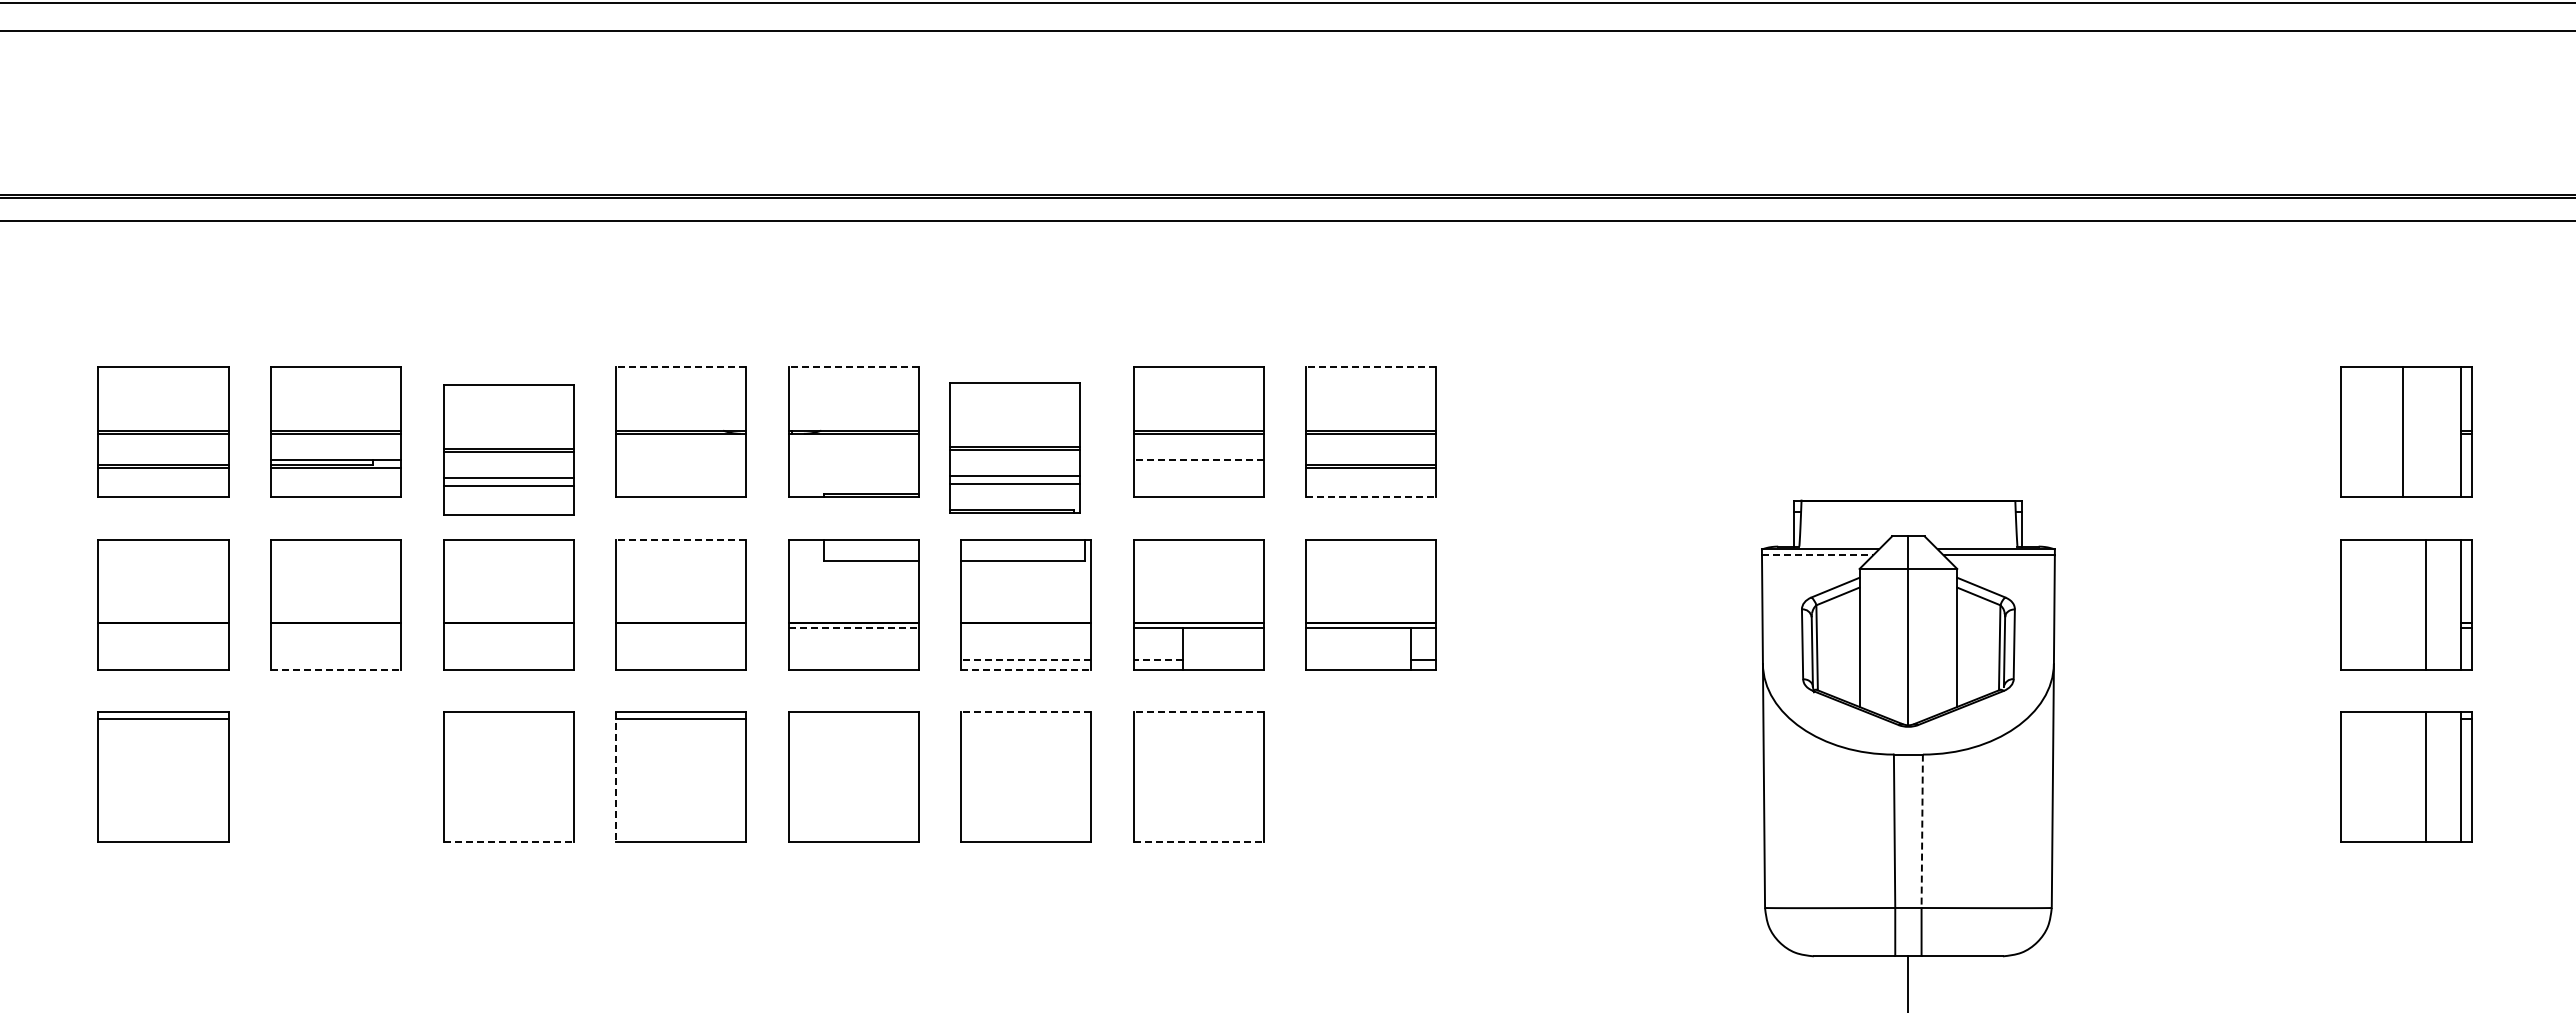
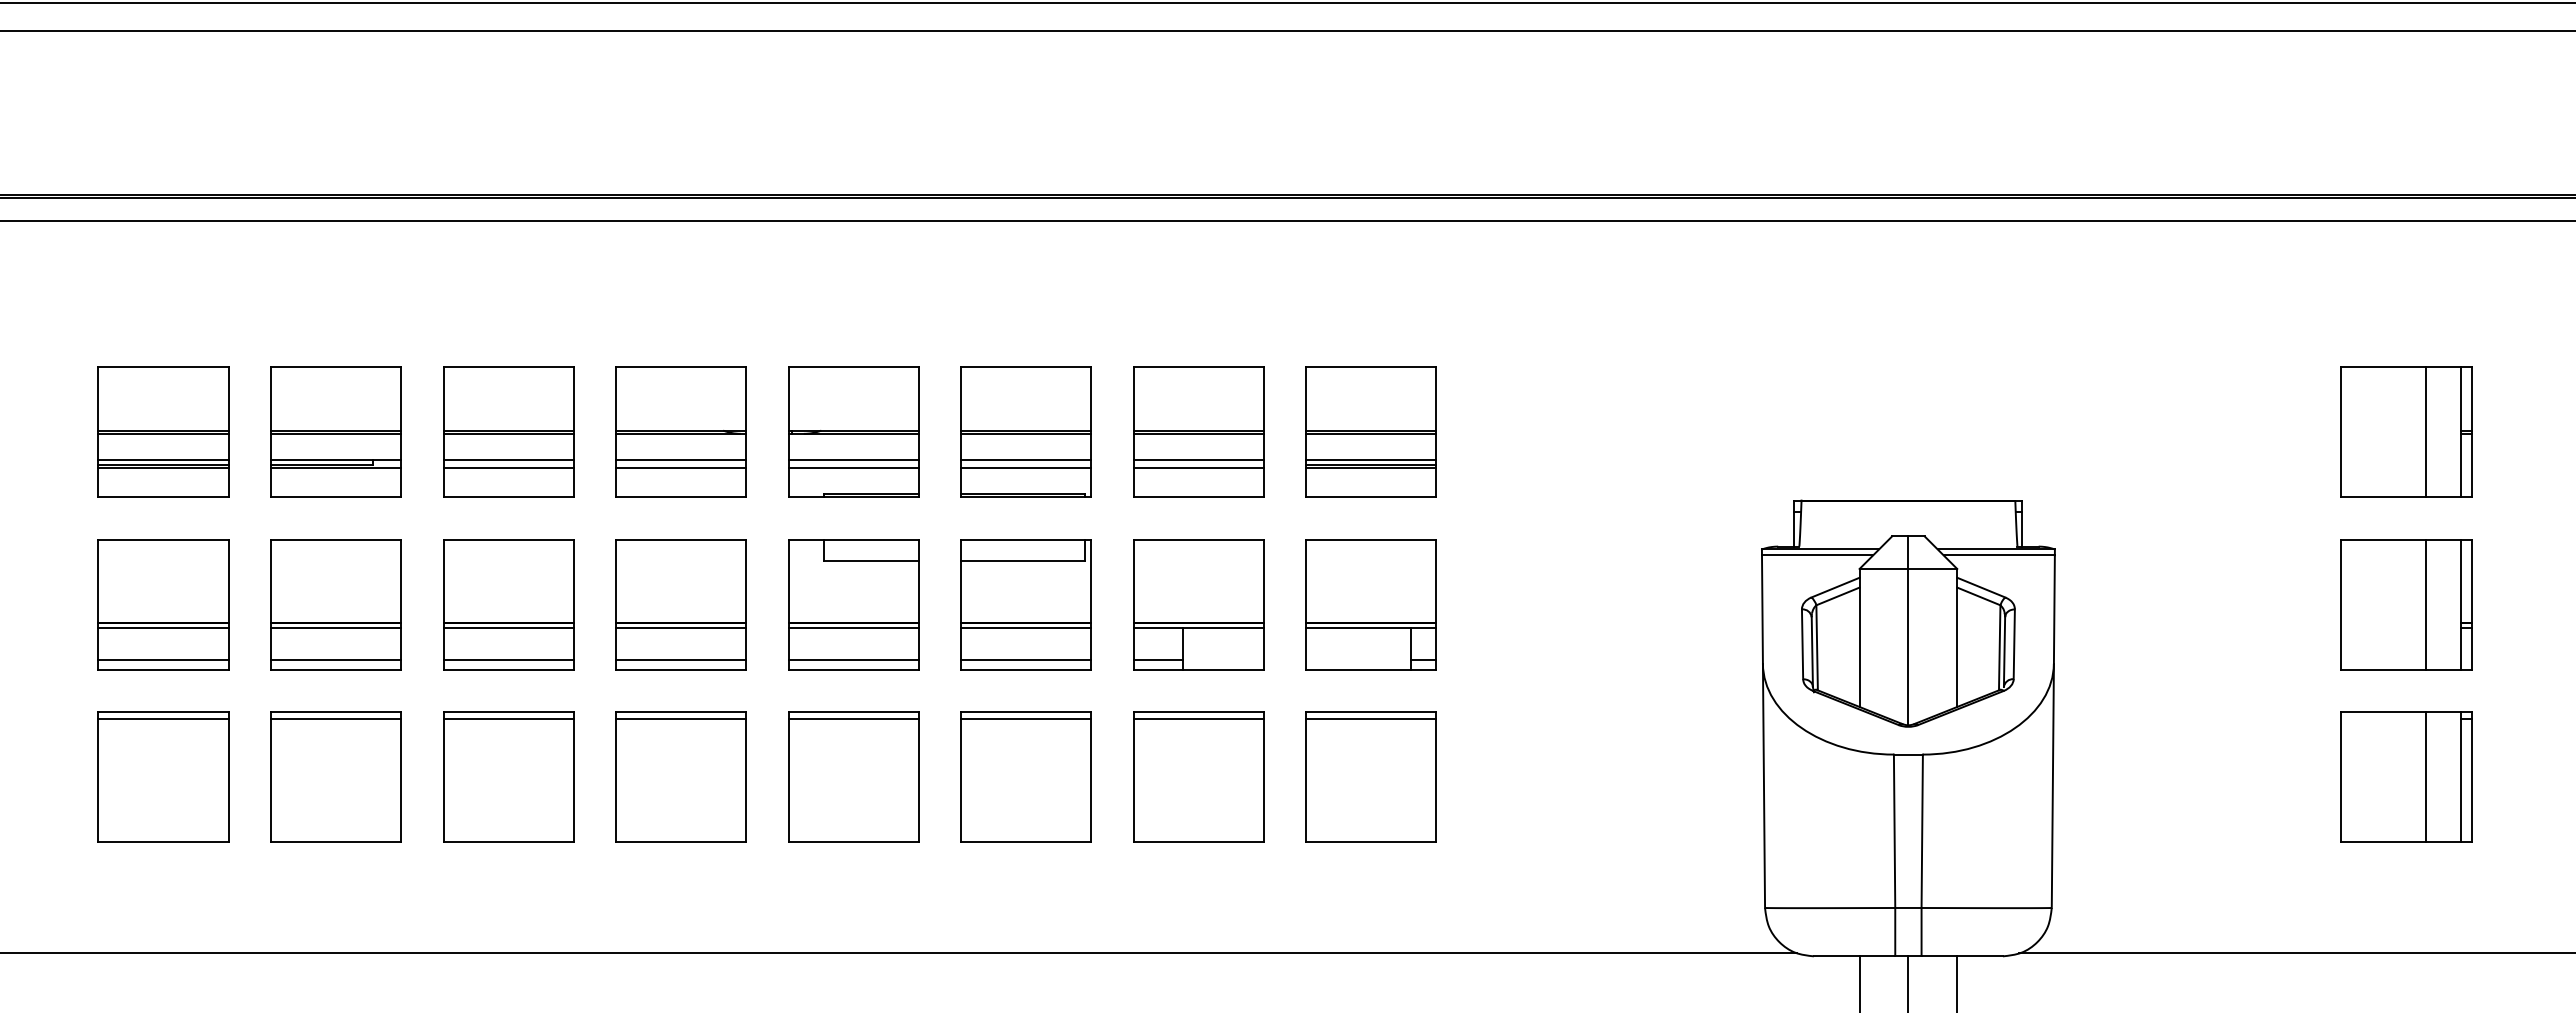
line at (680, 367): dashed -> solid
line at (853, 367): dashed -> solid
line at (1370, 367): dashed -> solid
line at (2402, 432) position: (2402, 432) -> (2425, 432)
part at (1014, 447) position: (1014, 447) -> (1025, 431)
part at (508, 449) position: (508, 449) -> (508, 431)
line at (163, 459): none -> present
line at (681, 459): none -> present
line at (853, 459): none -> present
line at (1198, 459): dashed -> solid
line at (1371, 459): none -> present
line at (681, 468): none -> present
line at (853, 468): none -> present
line at (1198, 468): none -> present
line at (1371, 497): dashed -> solid
line at (680, 539): dashed -> solid
line at (1817, 555): dashed -> solid
line at (163, 627): none -> present
line at (335, 627): none -> present
line at (508, 627): none -> present
line at (681, 627): none -> present
line at (854, 627): dashed -> solid
line at (1026, 627): none -> present
line at (163, 660): none -> present
line at (335, 660): none -> present
line at (508, 660): none -> present
line at (681, 660): none -> present
line at (853, 660): none -> present
line at (1025, 660): dashed -> solid
line at (1158, 660): dashed -> solid
line at (336, 669): dashed -> solid
line at (1026, 669): dashed -> solid
line at (1025, 712): dashed -> solid
line at (1198, 712): dashed -> solid
line at (508, 718): none -> present
line at (853, 718): none -> present
line at (1026, 718): none -> present
line at (1198, 718): none -> present
part at (335, 776): none -> present
part at (1370, 776): none -> present
line at (616, 777): dashed -> solid
line at (1922, 831): dashed -> solid
line at (509, 842): dashed -> solid
line at (1199, 842): dashed -> solid
line at (899, 953): none -> present
line at (2295, 953): none -> present
line at (1859, 982): none -> present
line at (1957, 982): none -> present
